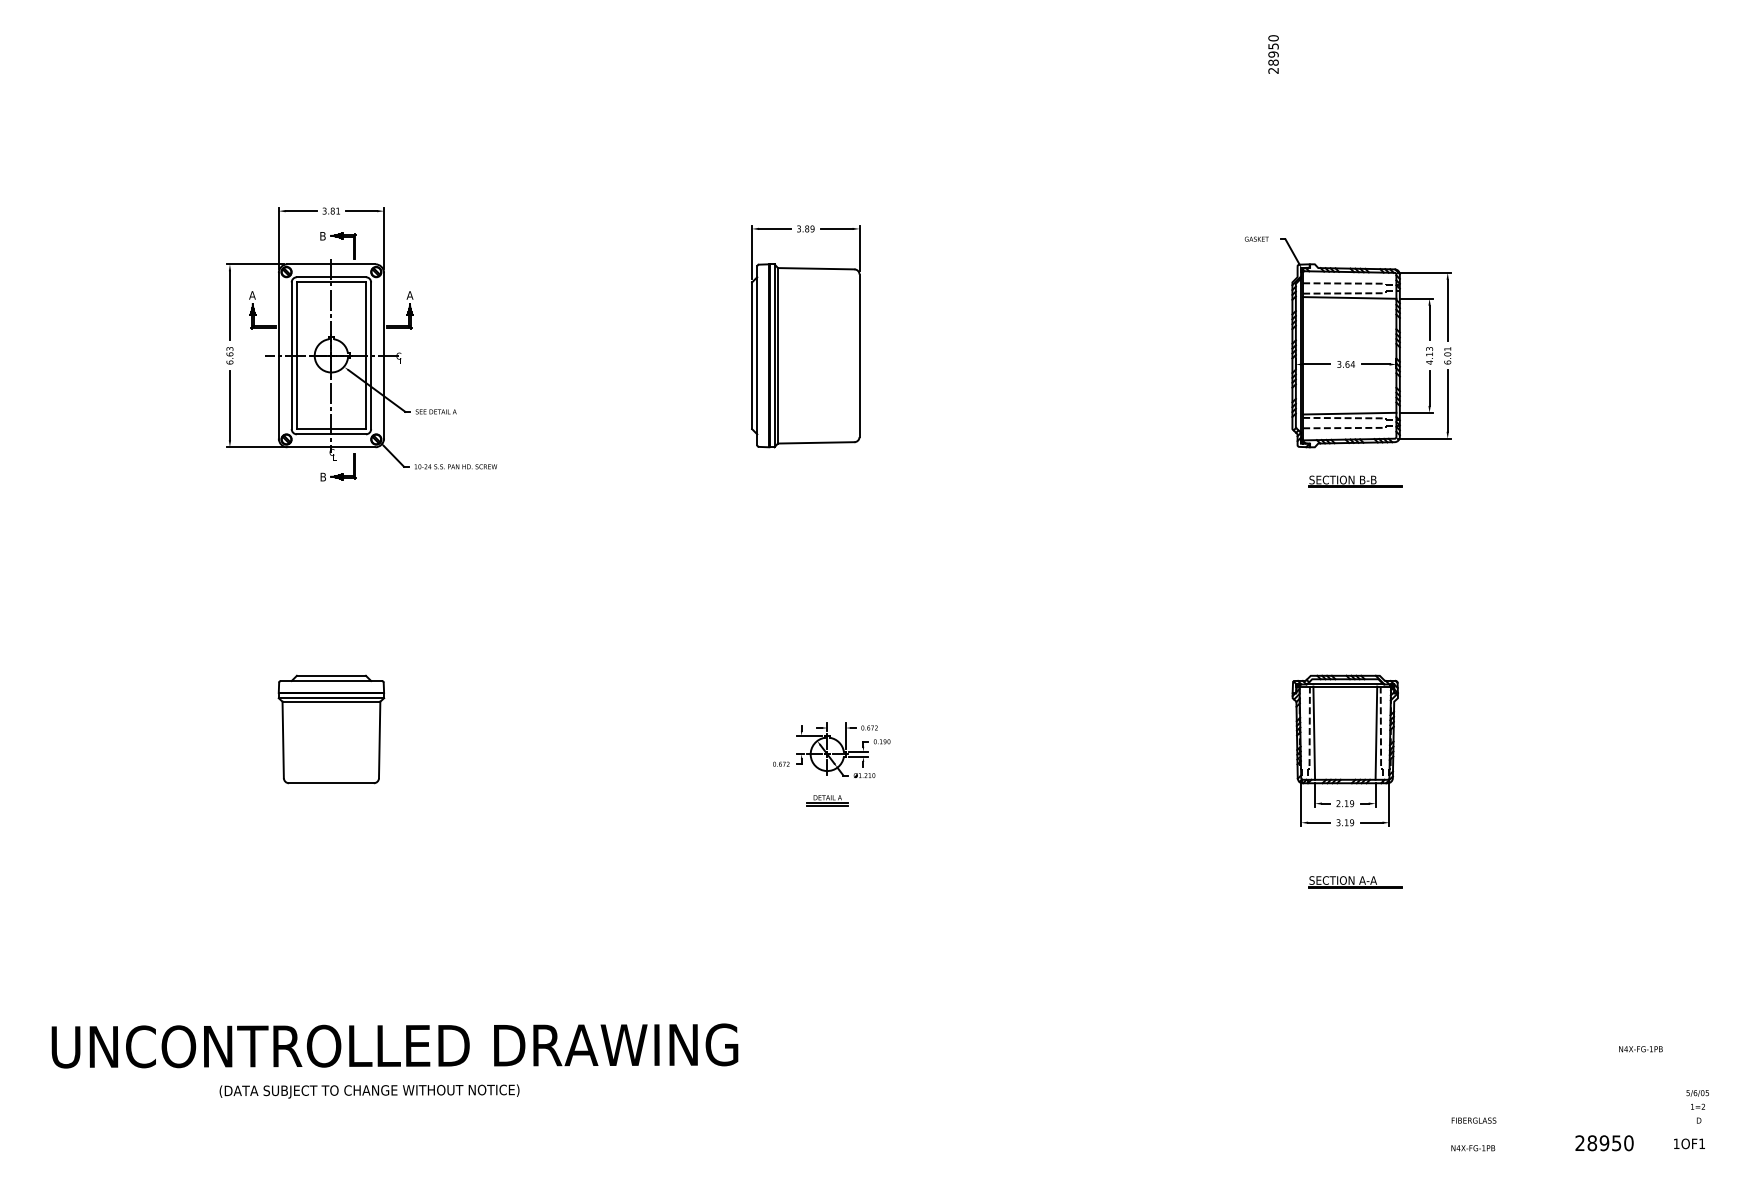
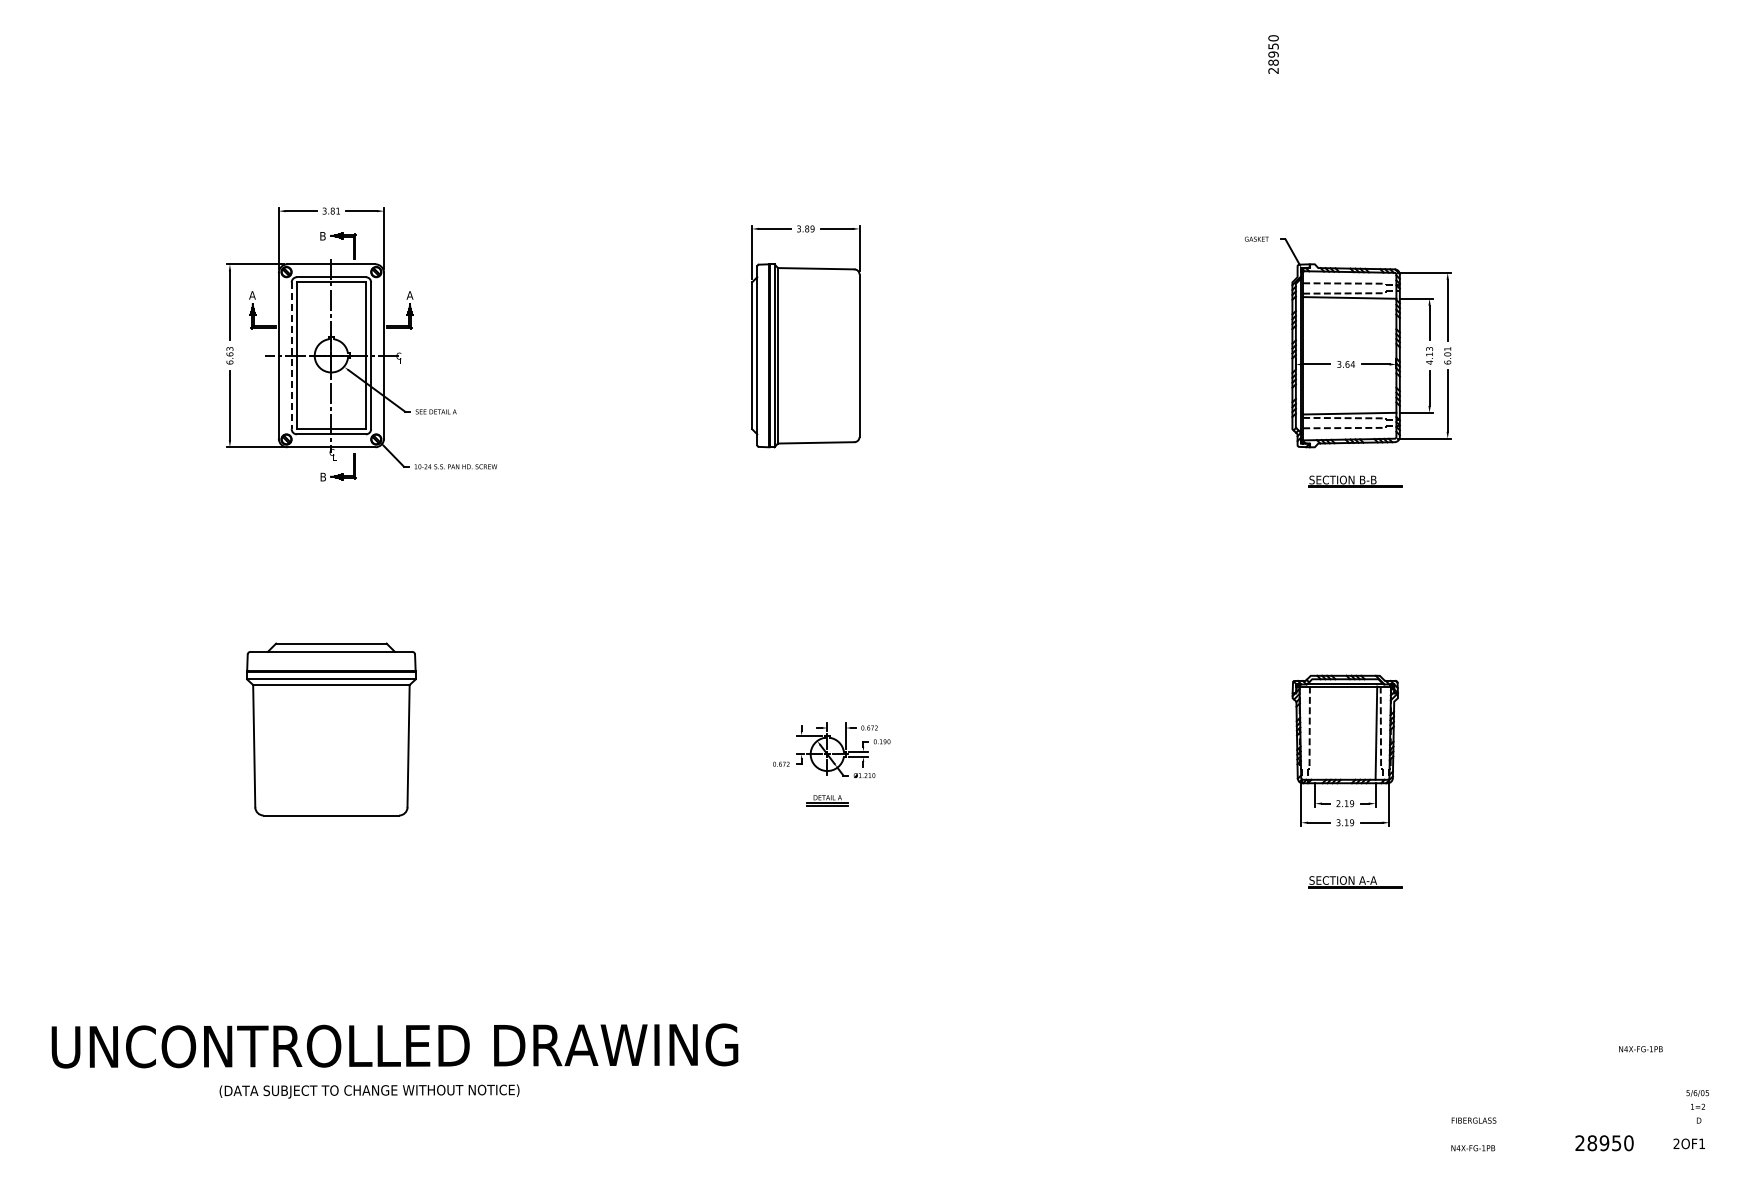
line at (291, 356): solid -> dashed
part at (331, 729) size: 109x111 px -> 171x175 px
line at (1314, 732): present -> none
text at (1676, 1143): 1OF1 -> 2OF1
